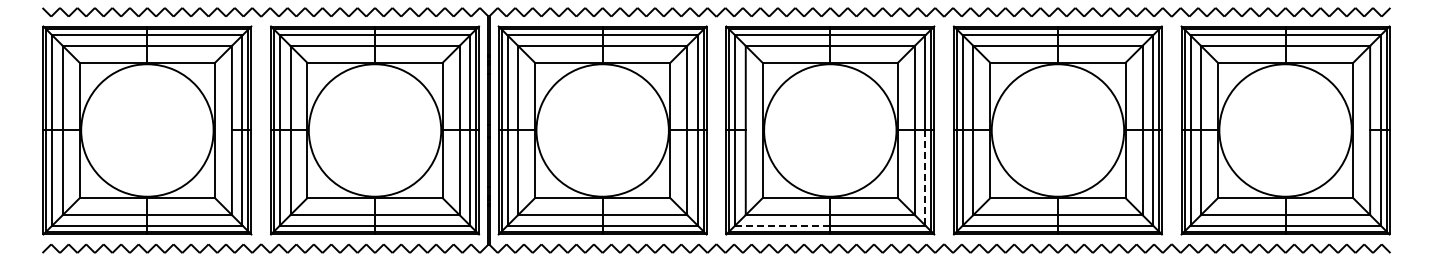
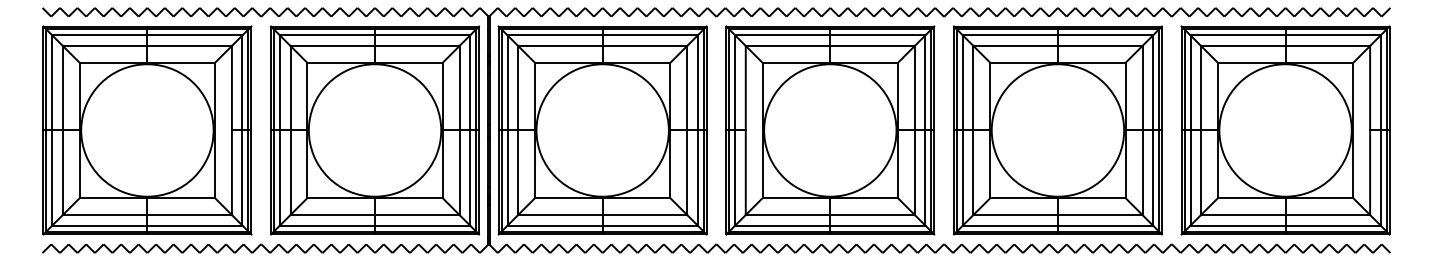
line at (925, 178): dashed -> solid
line at (782, 225): dashed -> solid
